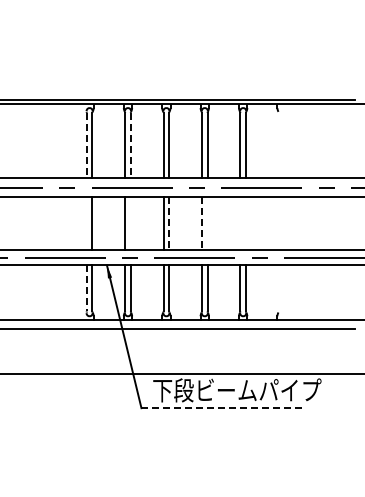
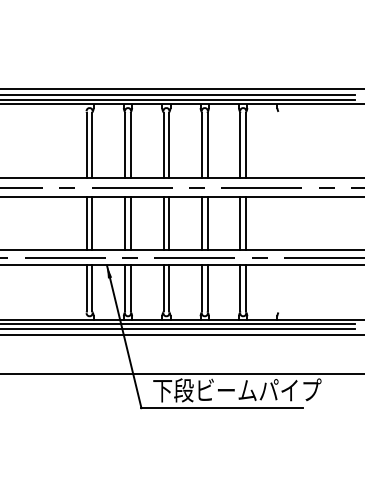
line at (181, 88): none -> present
line at (178, 94): none -> present
line at (86, 145): dashed -> solid
line at (130, 145): dashed -> solid
line at (86, 223): none -> present
line at (130, 223): none -> present
line at (207, 223): none -> present
line at (240, 223): none -> present
line at (245, 223): none -> present
line at (169, 224): dashed -> solid
line at (201, 224): dashed -> solid
line at (86, 288): dashed -> solid
line at (178, 323): none -> present
line at (181, 335): none -> present
line at (222, 408): dashed -> solid
